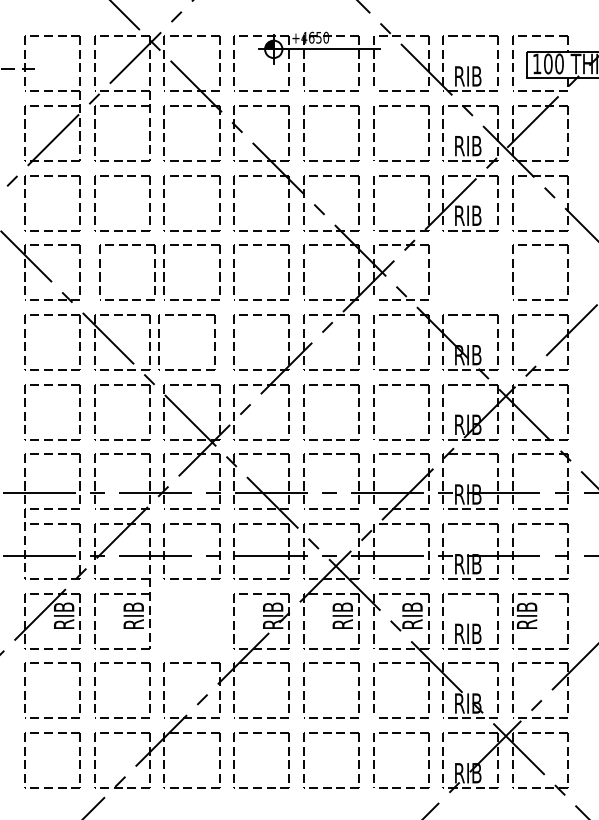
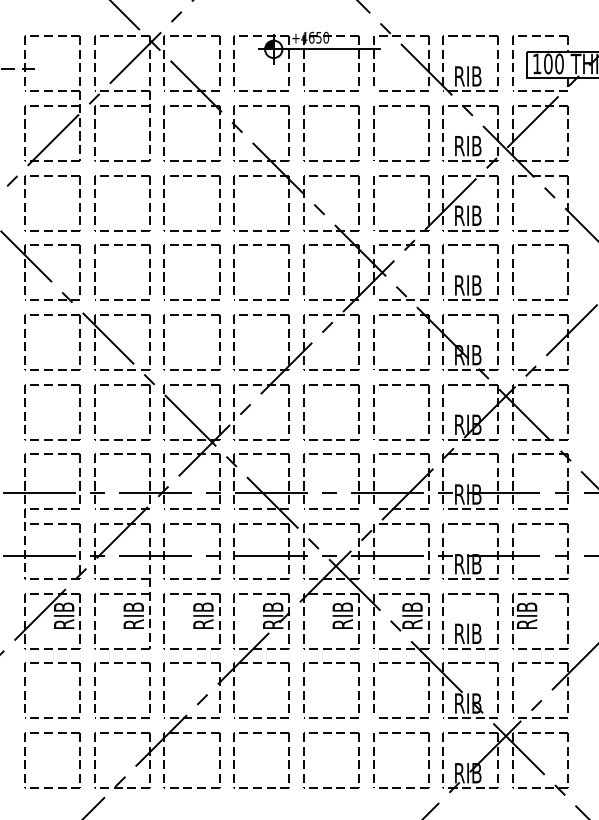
part at (127, 245) position: (127, 245) -> (122, 245)
part at (470, 272): none -> present
part at (186, 315) position: (186, 315) -> (191, 315)
part at (191, 621): none -> present
